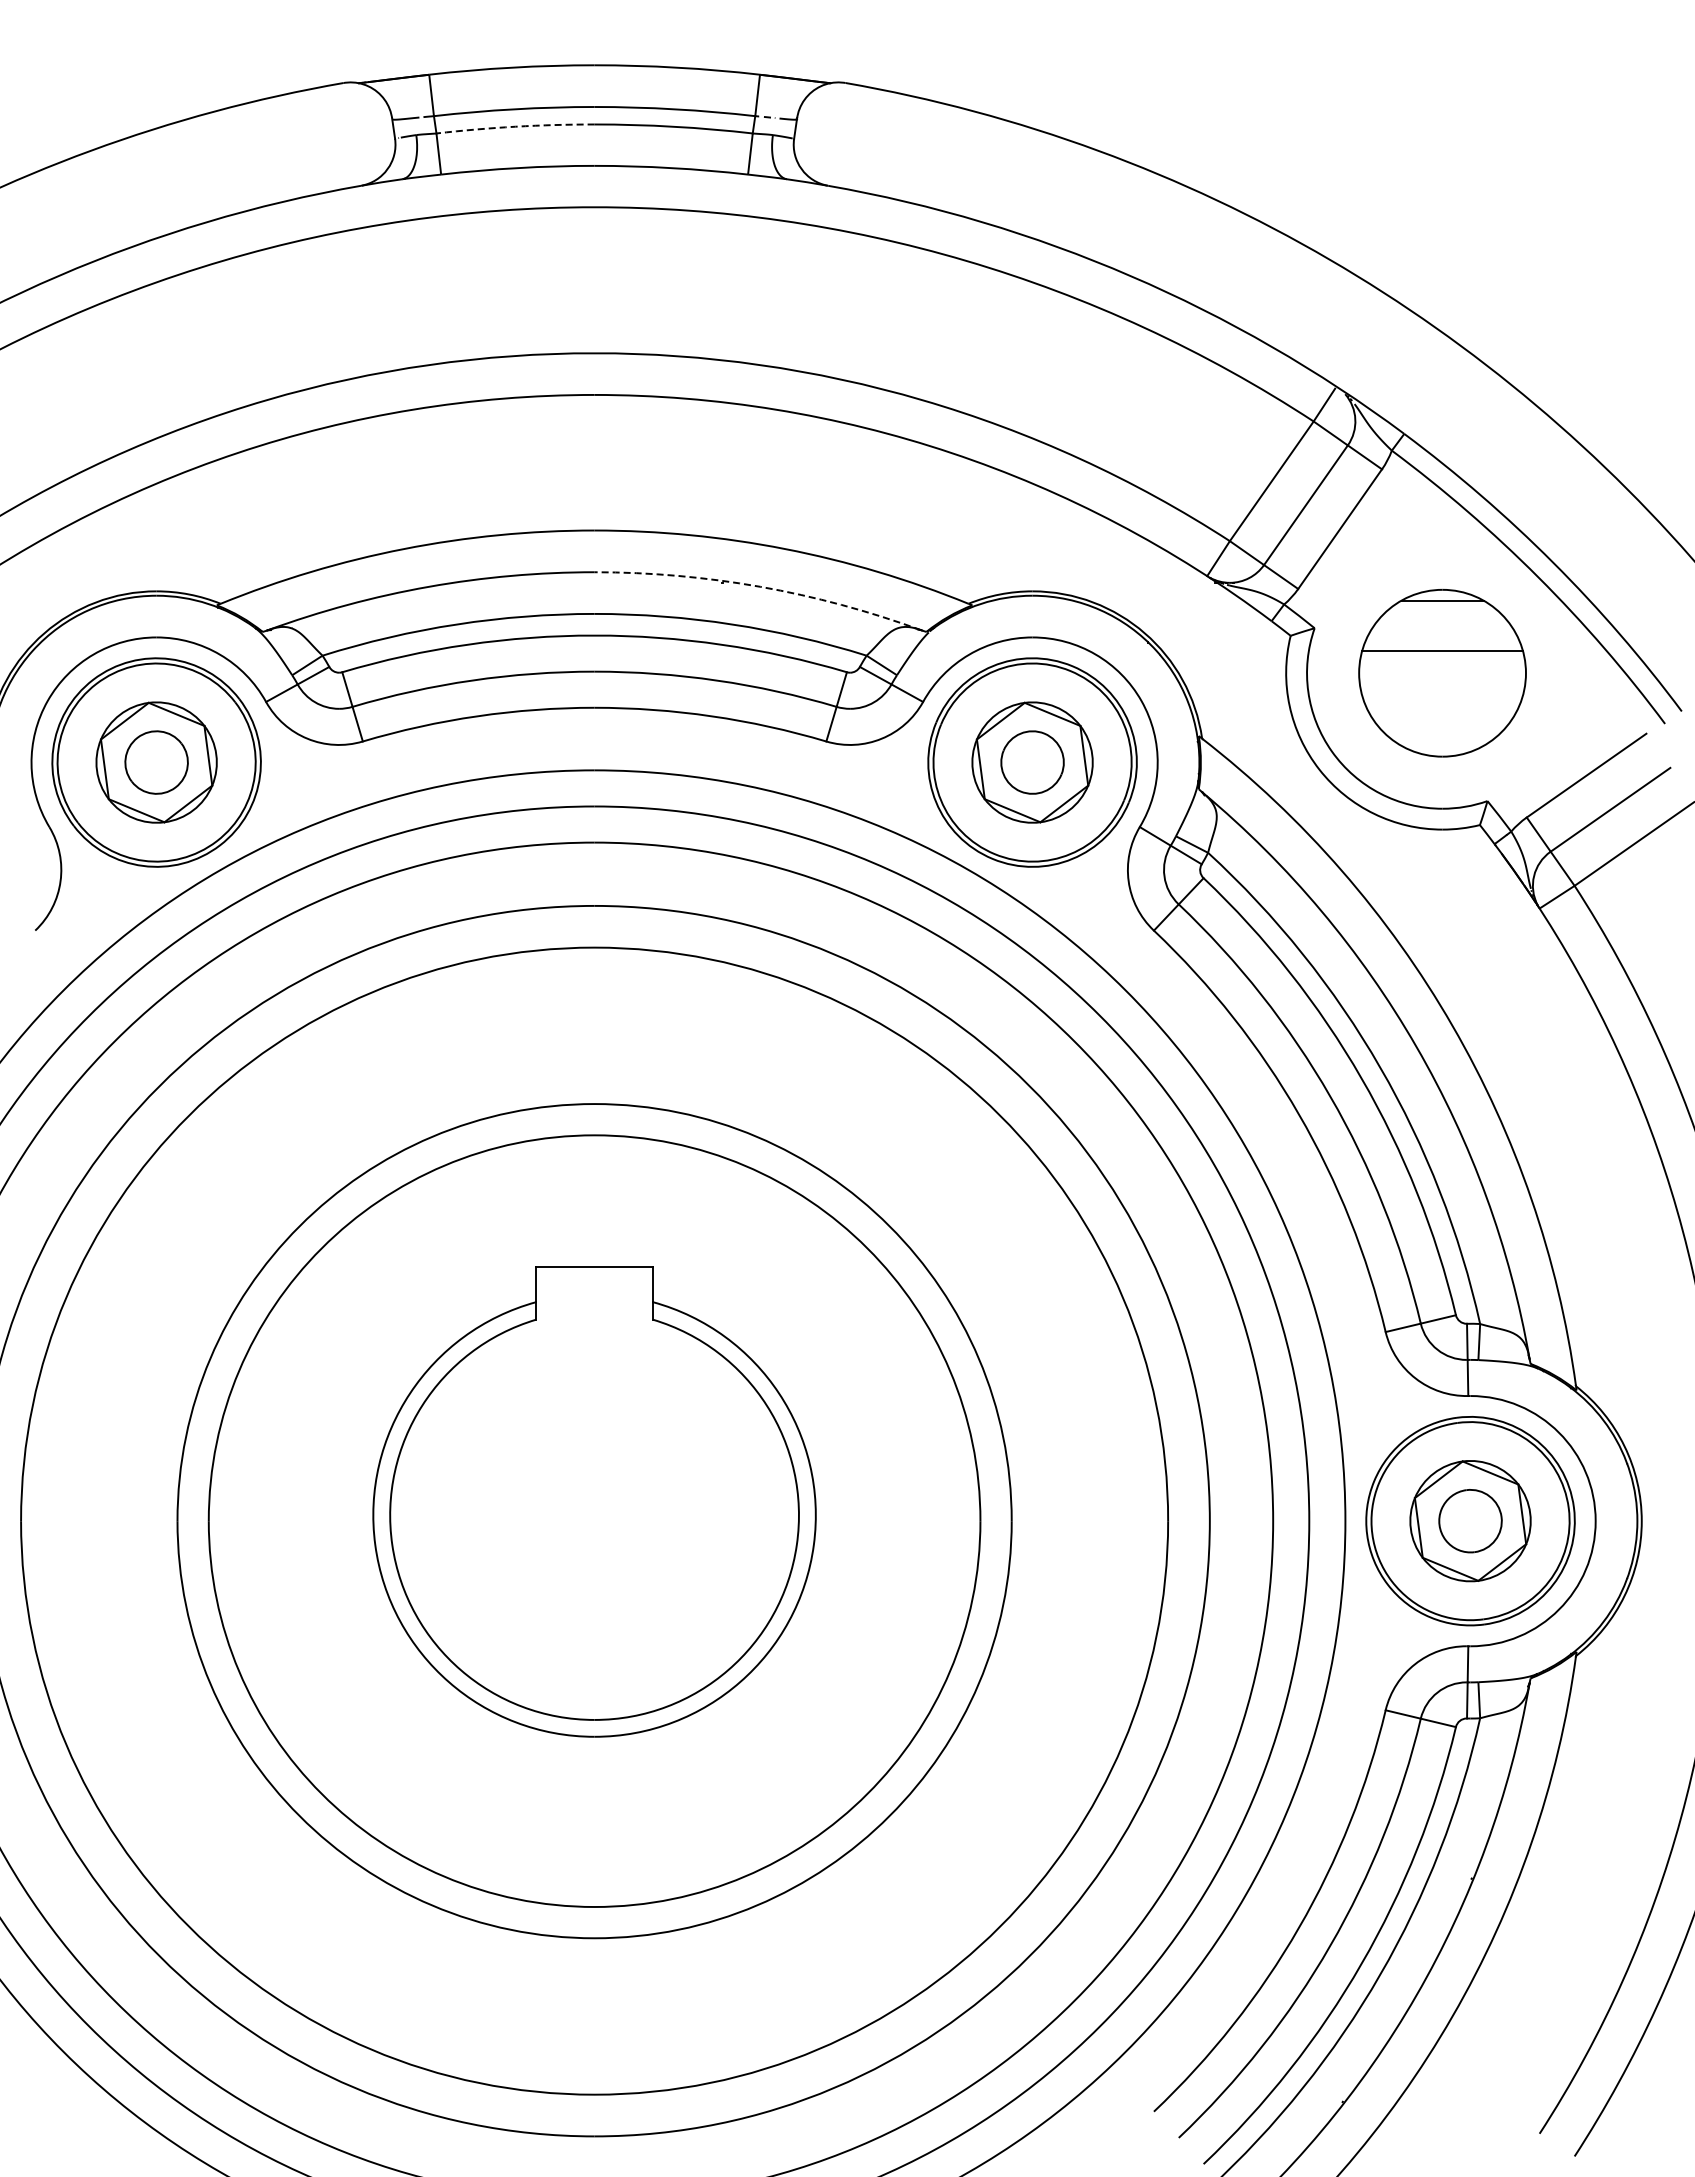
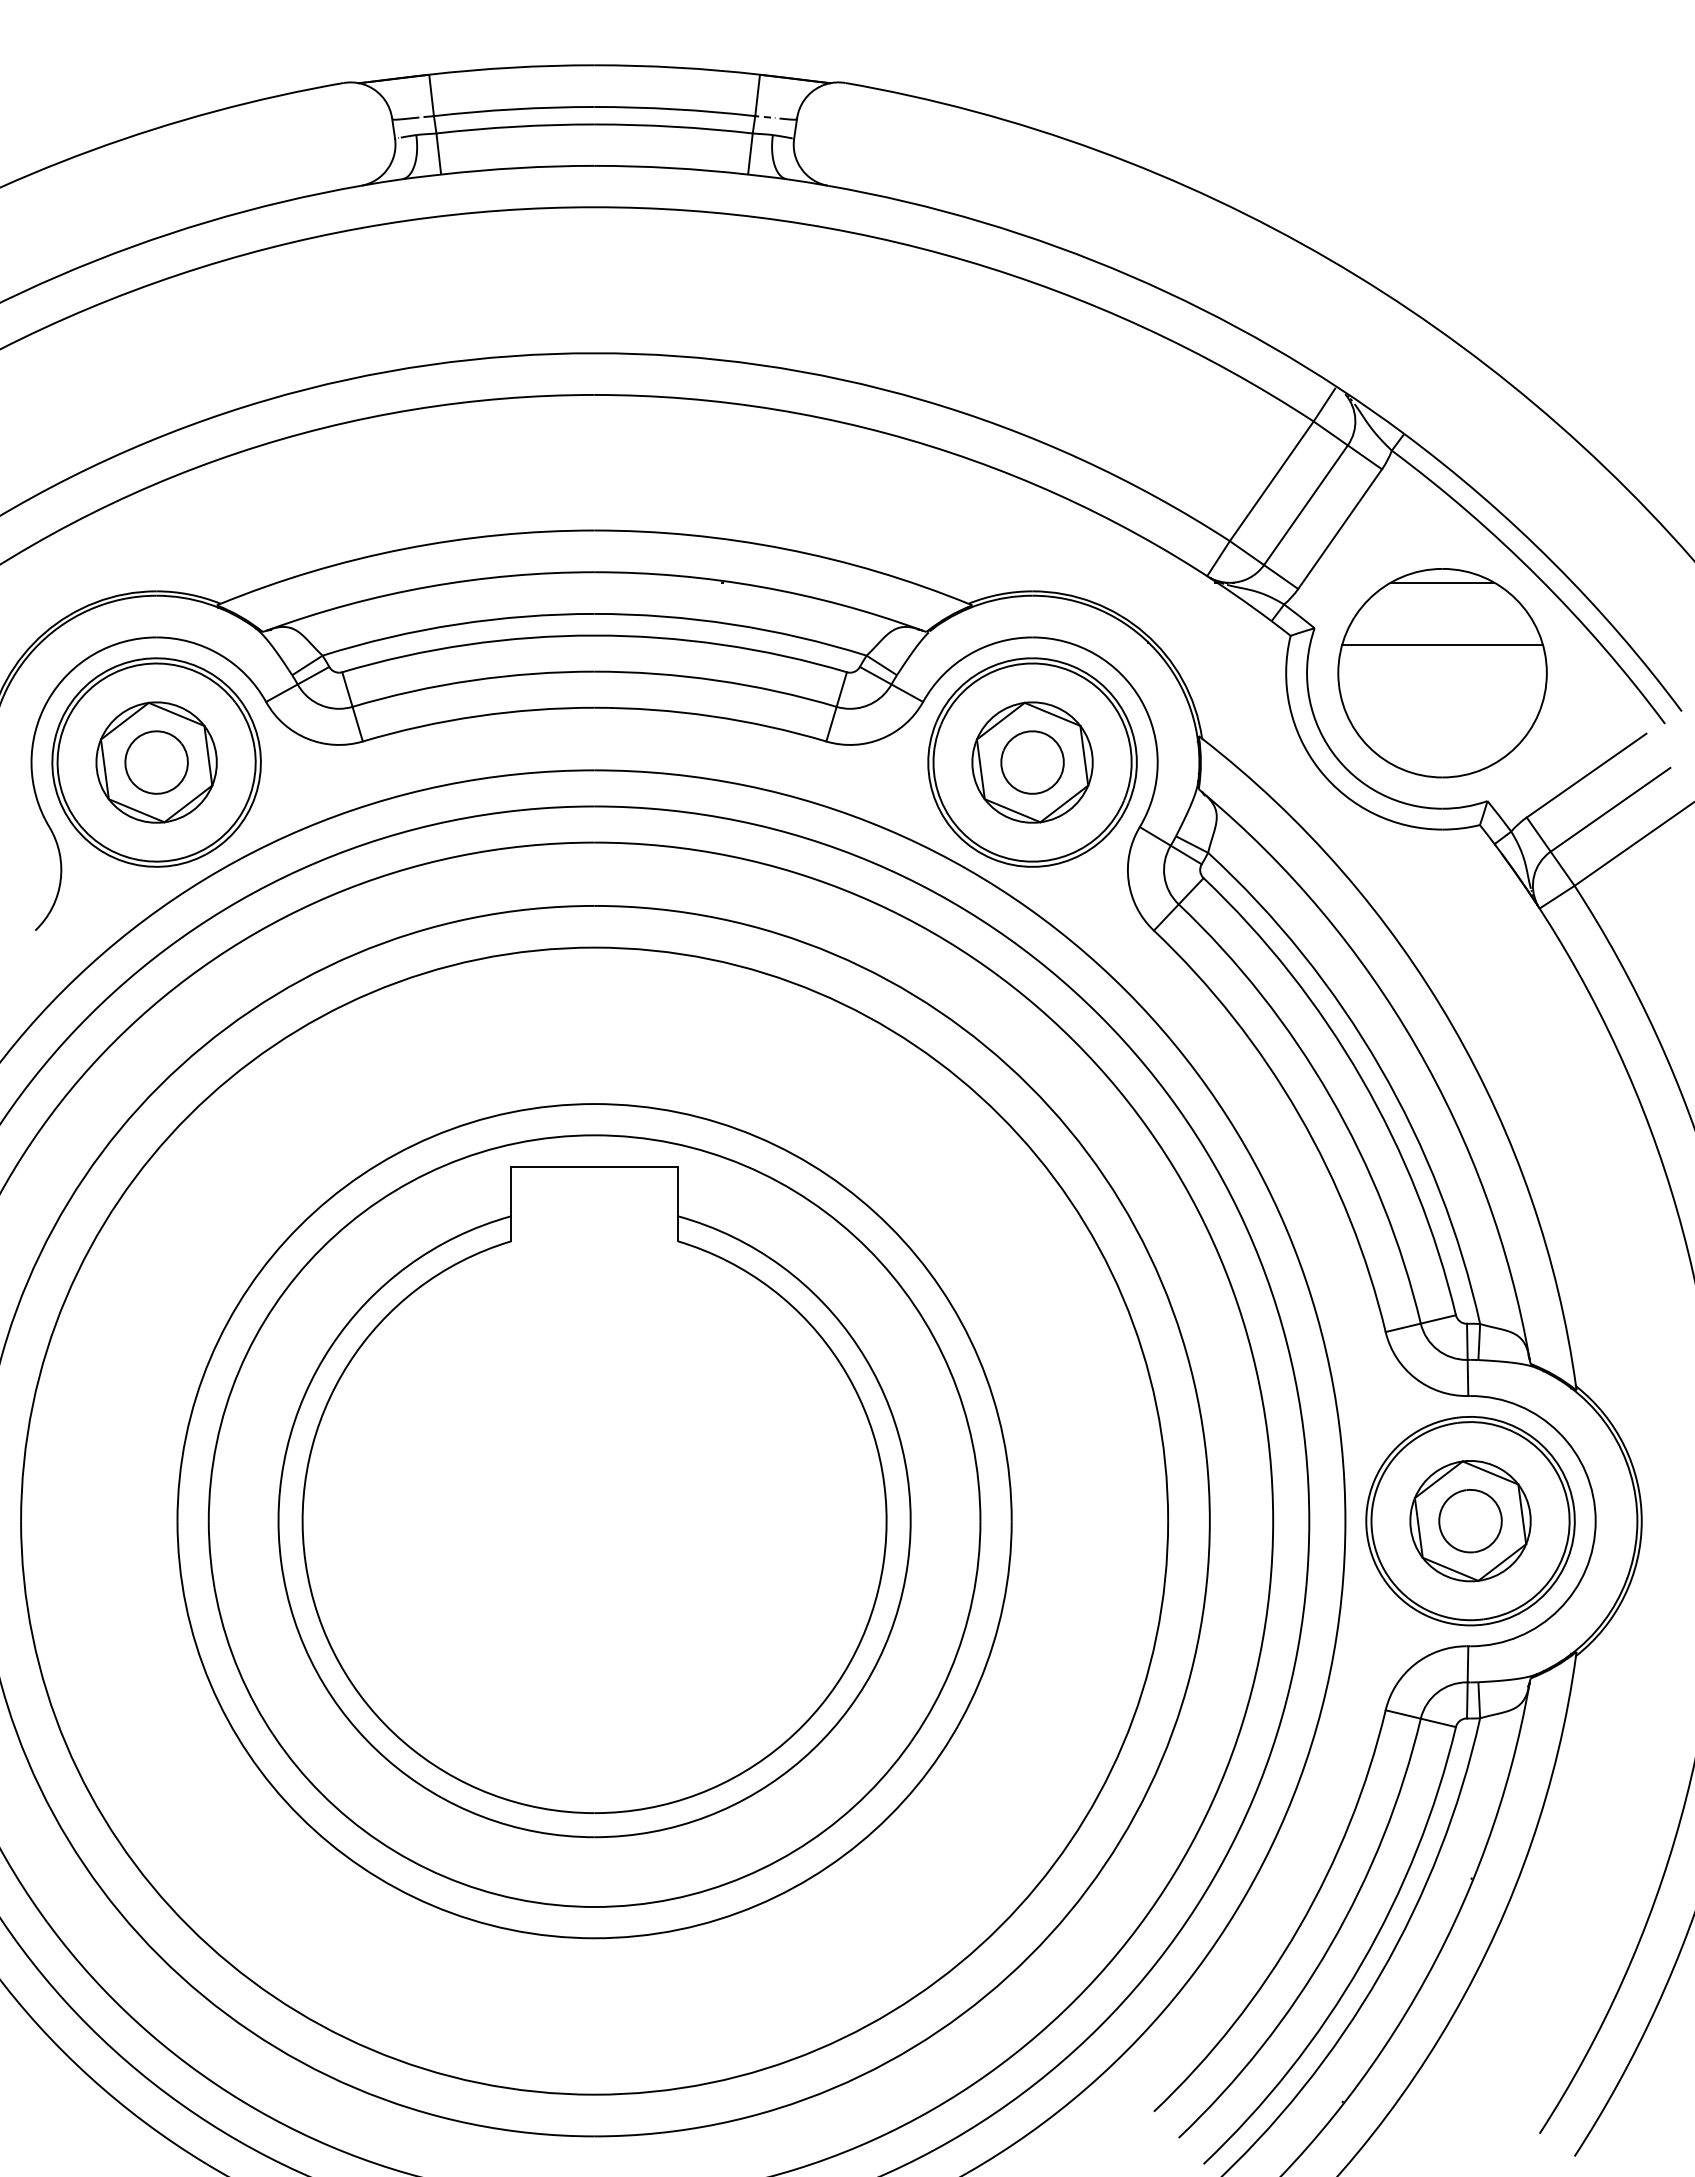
arc at (515, 126): dashed -> solid
arc at (760, 586): dashed -> solid
part at (1442, 672) size: 169x170 px -> 211x211 px
part at (594, 1501) size: 445x472 px -> 635x673 px
